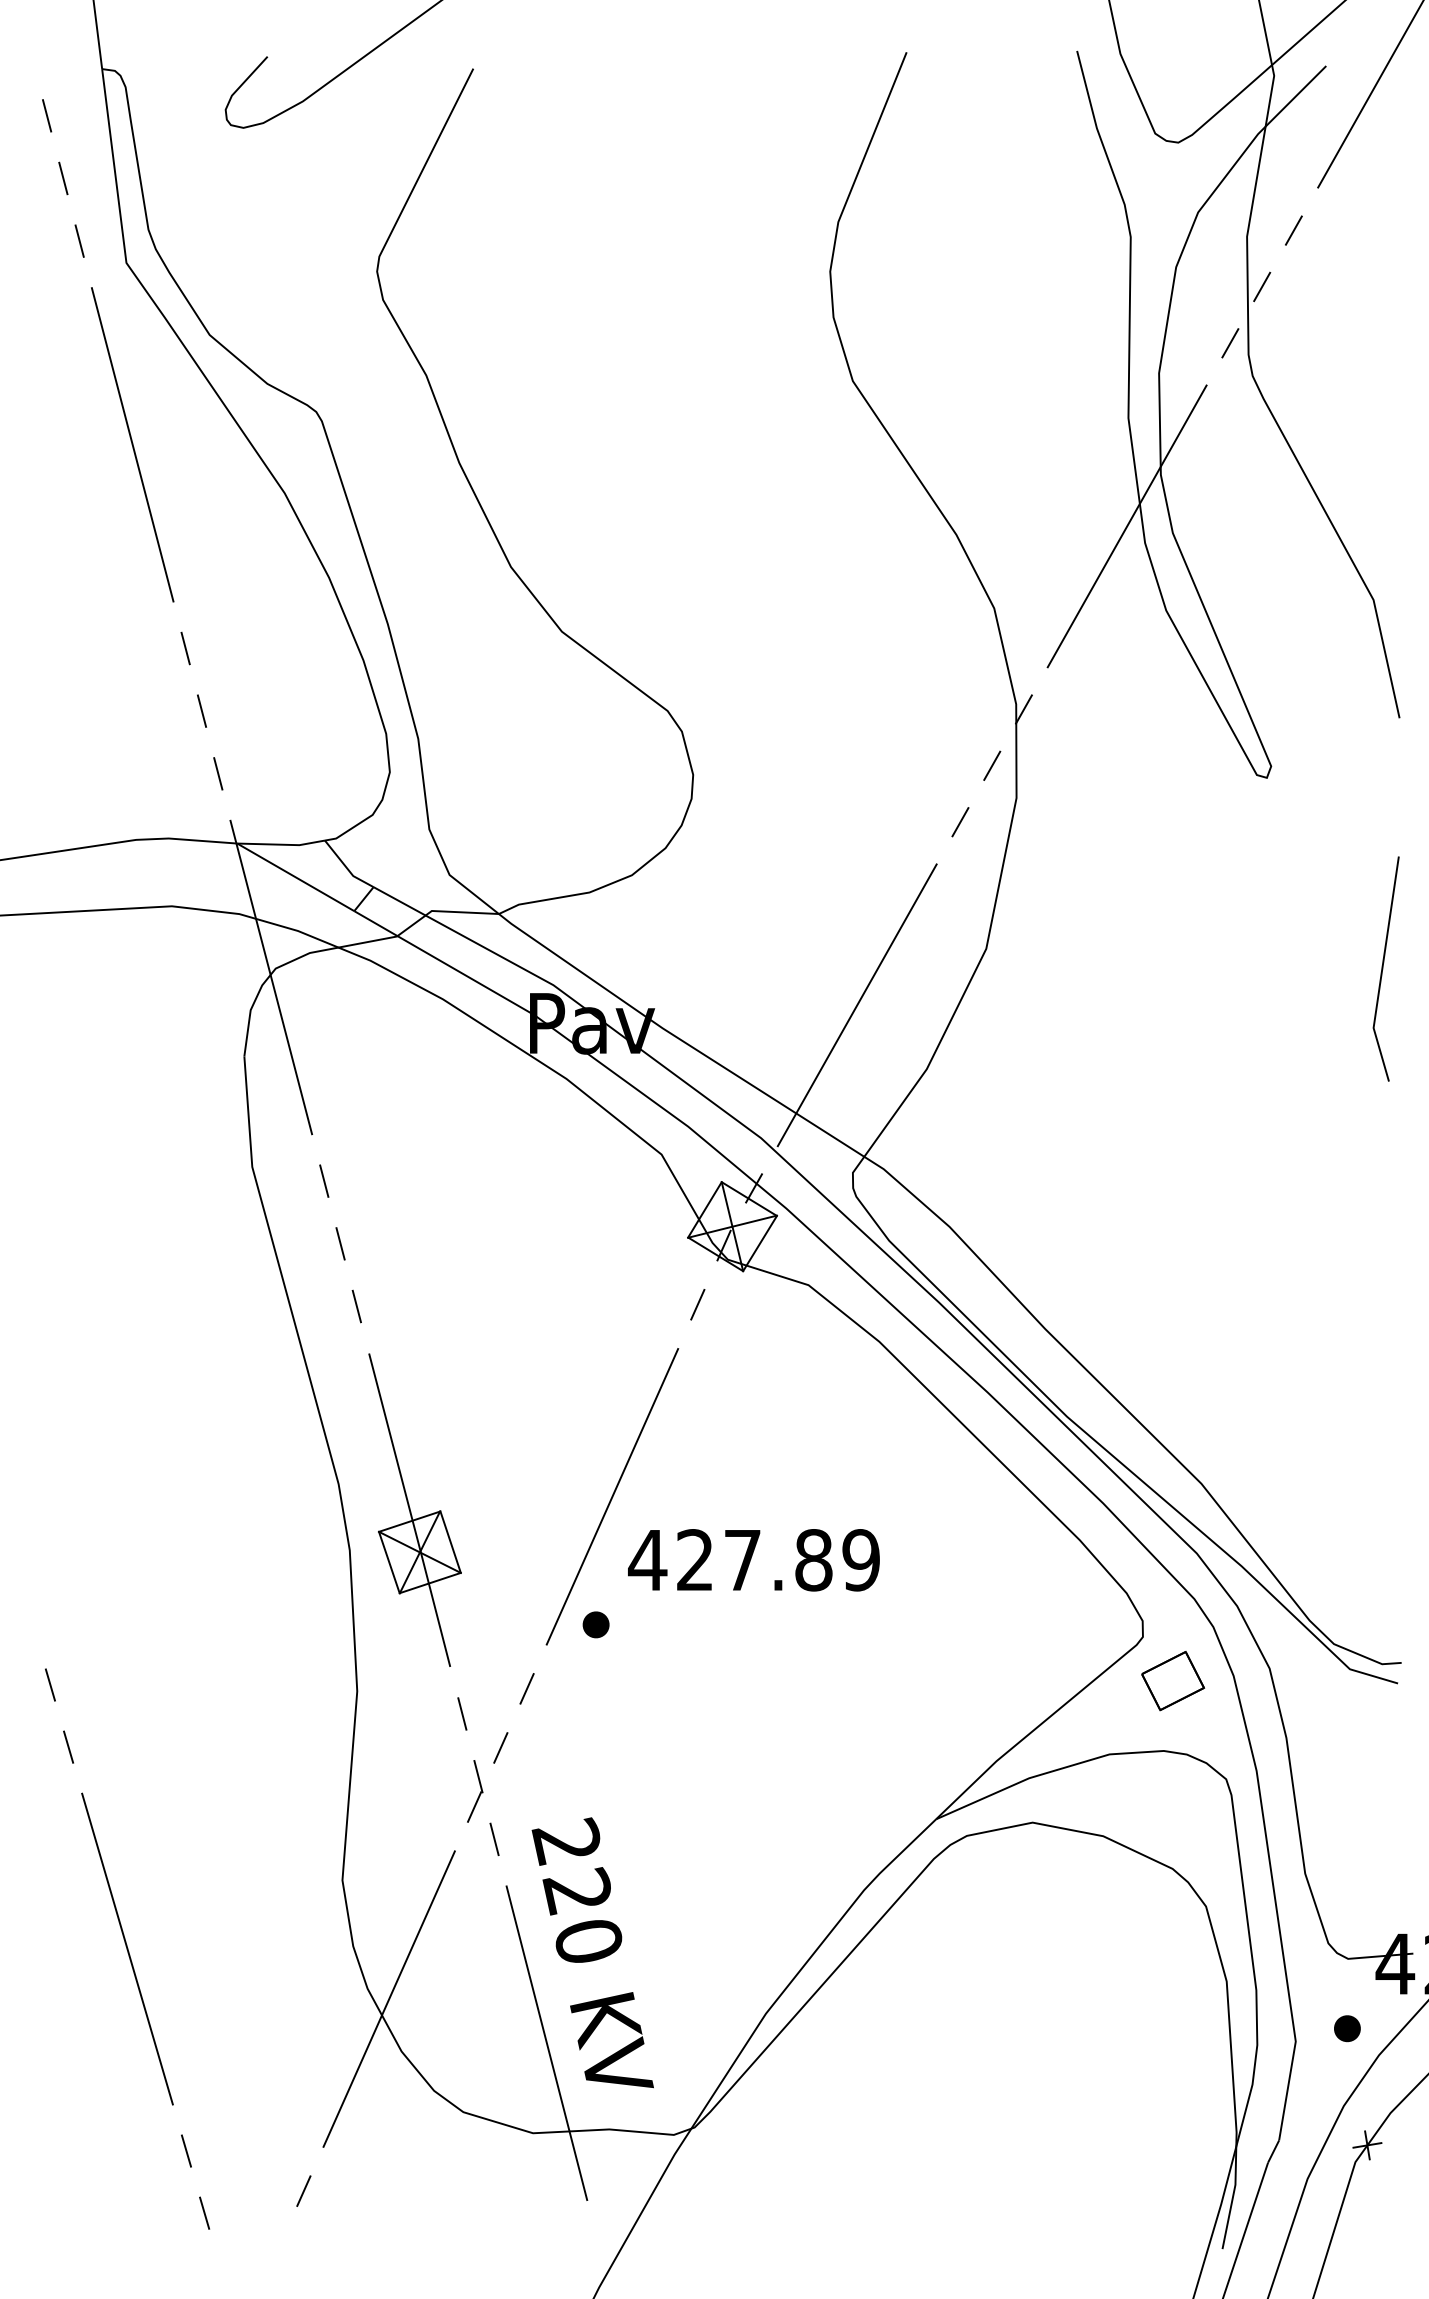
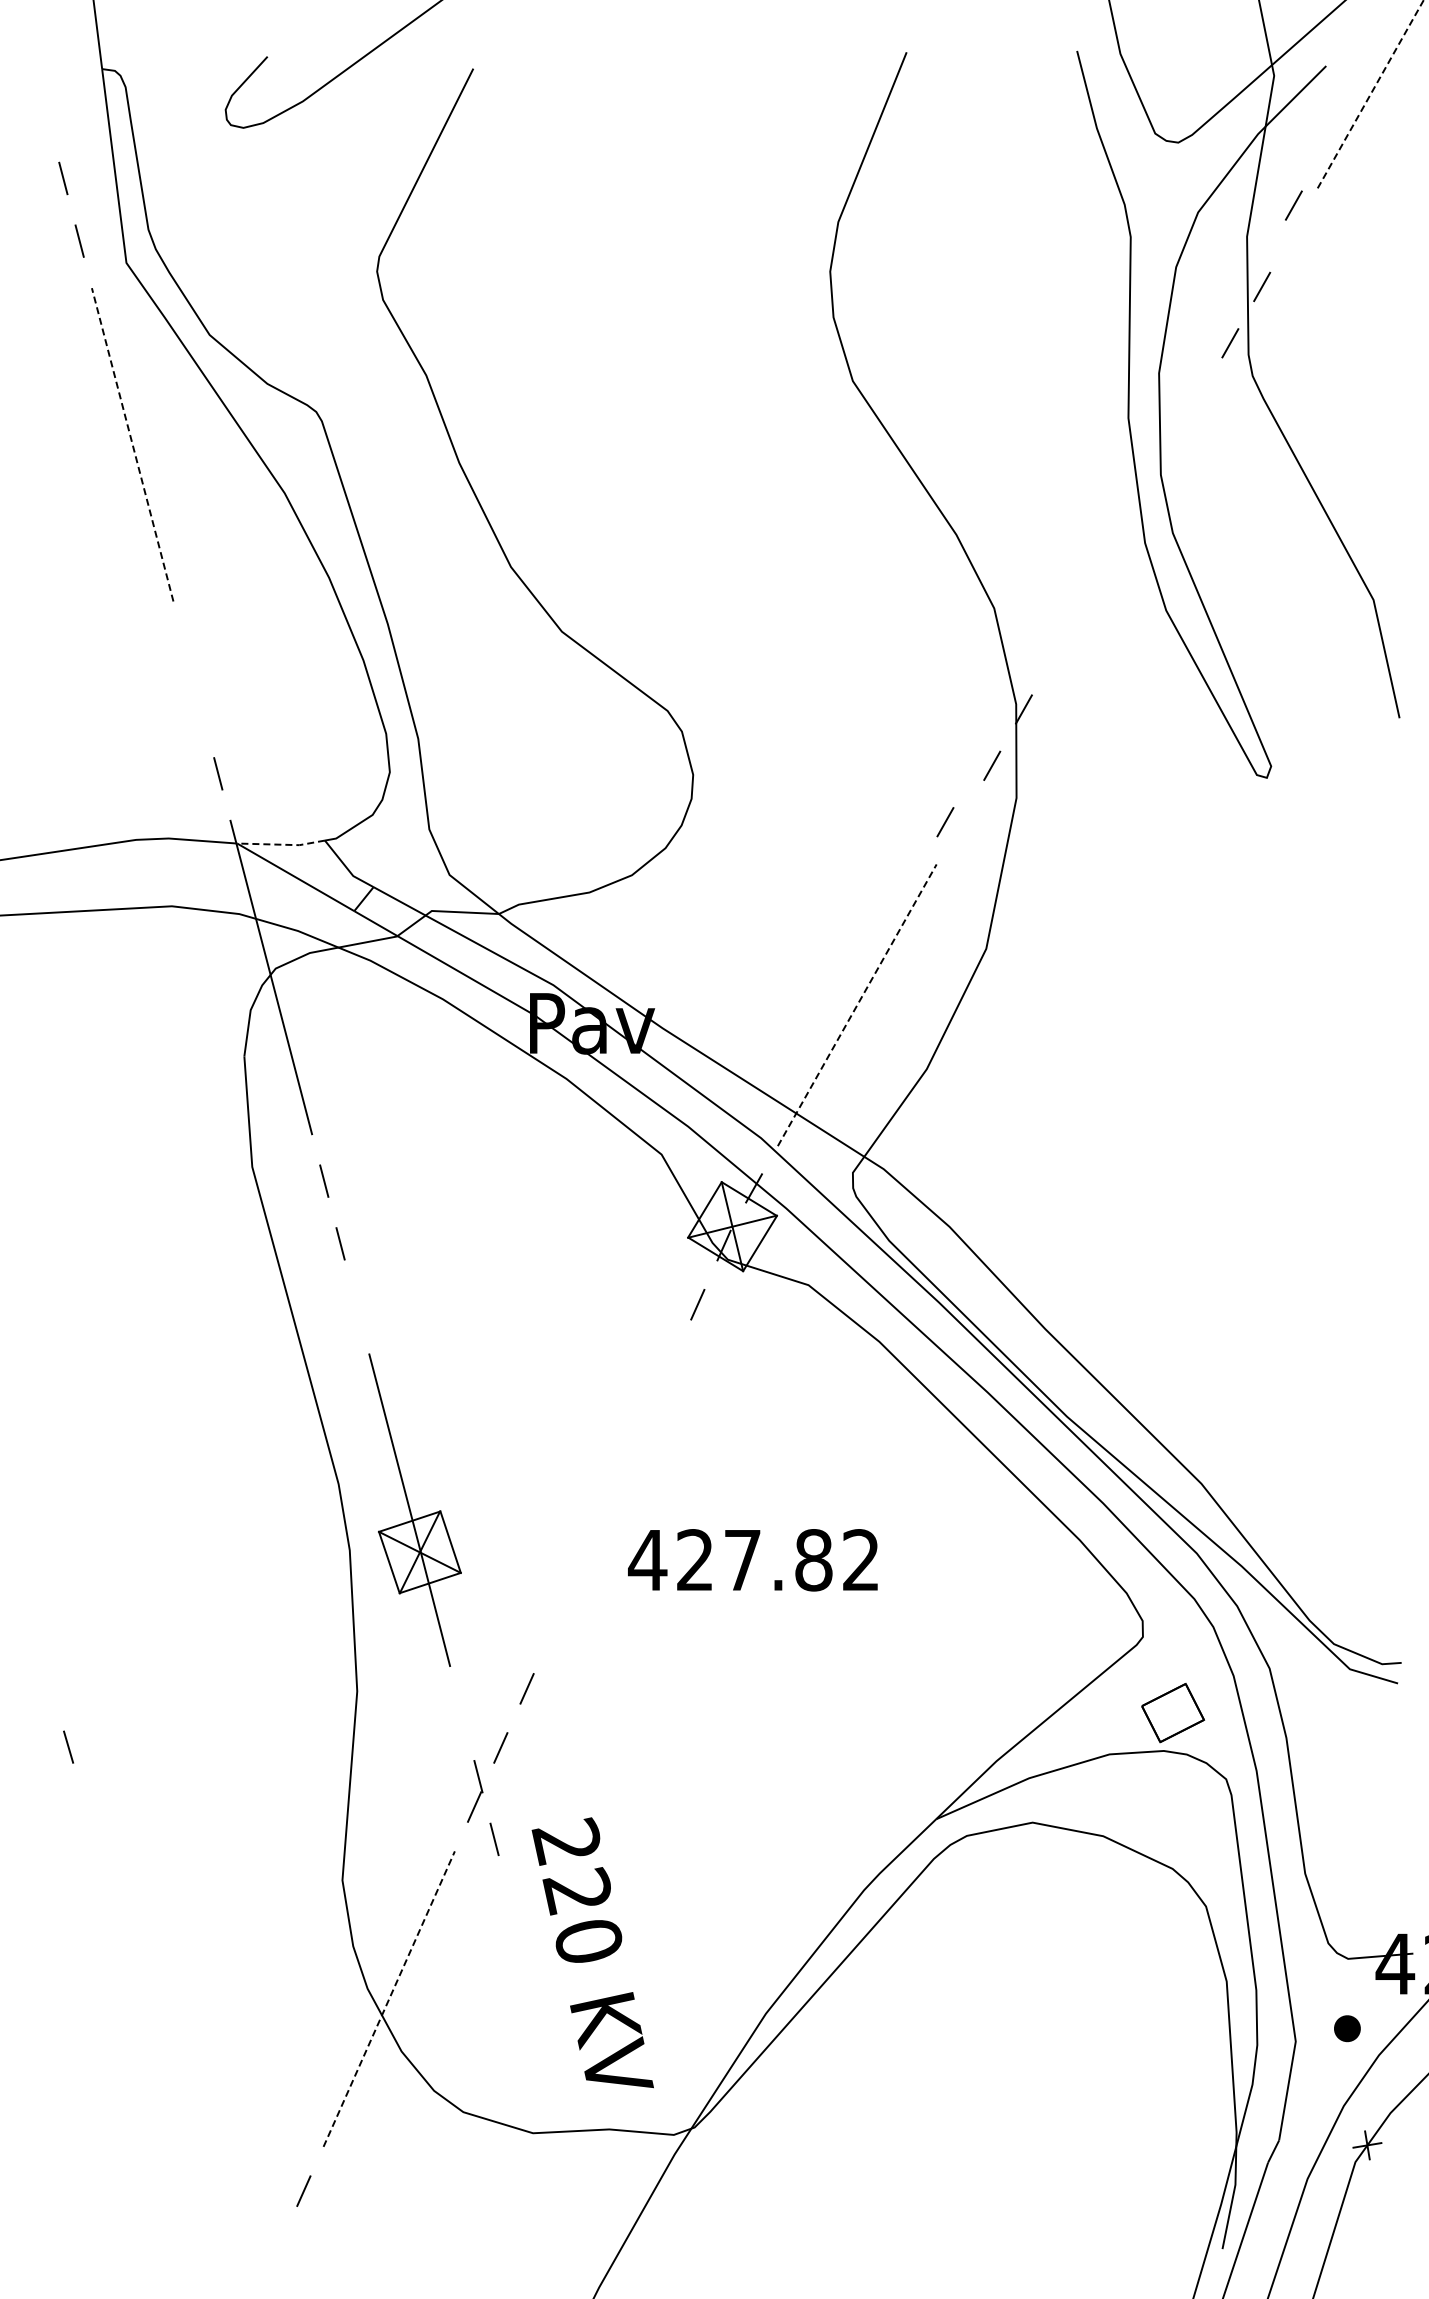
line at (1370, 94): solid -> dashed
line at (47, 115): present -> none
line at (1293, 230) position: (1293, 230) -> (1293, 205)
line at (132, 444): solid -> dashed
line at (1126, 526): present -> none
line at (185, 648): present -> none
line at (201, 710): present -> none
line at (960, 822) position: (960, 822) -> (945, 822)
line at (281, 844): solid -> dashed
line at (1383, 968): present -> none
line at (857, 1005): solid -> dashed
line at (356, 1306): present -> none
line at (612, 1496): present -> none
text at (860, 1560): 427.89 -> 427.82
part at (595, 1624): present -> none
part at (1173, 1681) position: (1173, 1681) -> (1173, 1713)
line at (49, 1684): present -> none
line at (462, 1713): present -> none
line at (127, 1948): present -> none
line at (389, 1999): solid -> dashed
line at (546, 2043): present -> none
line at (186, 2150): present -> none
line at (204, 2212): present -> none
